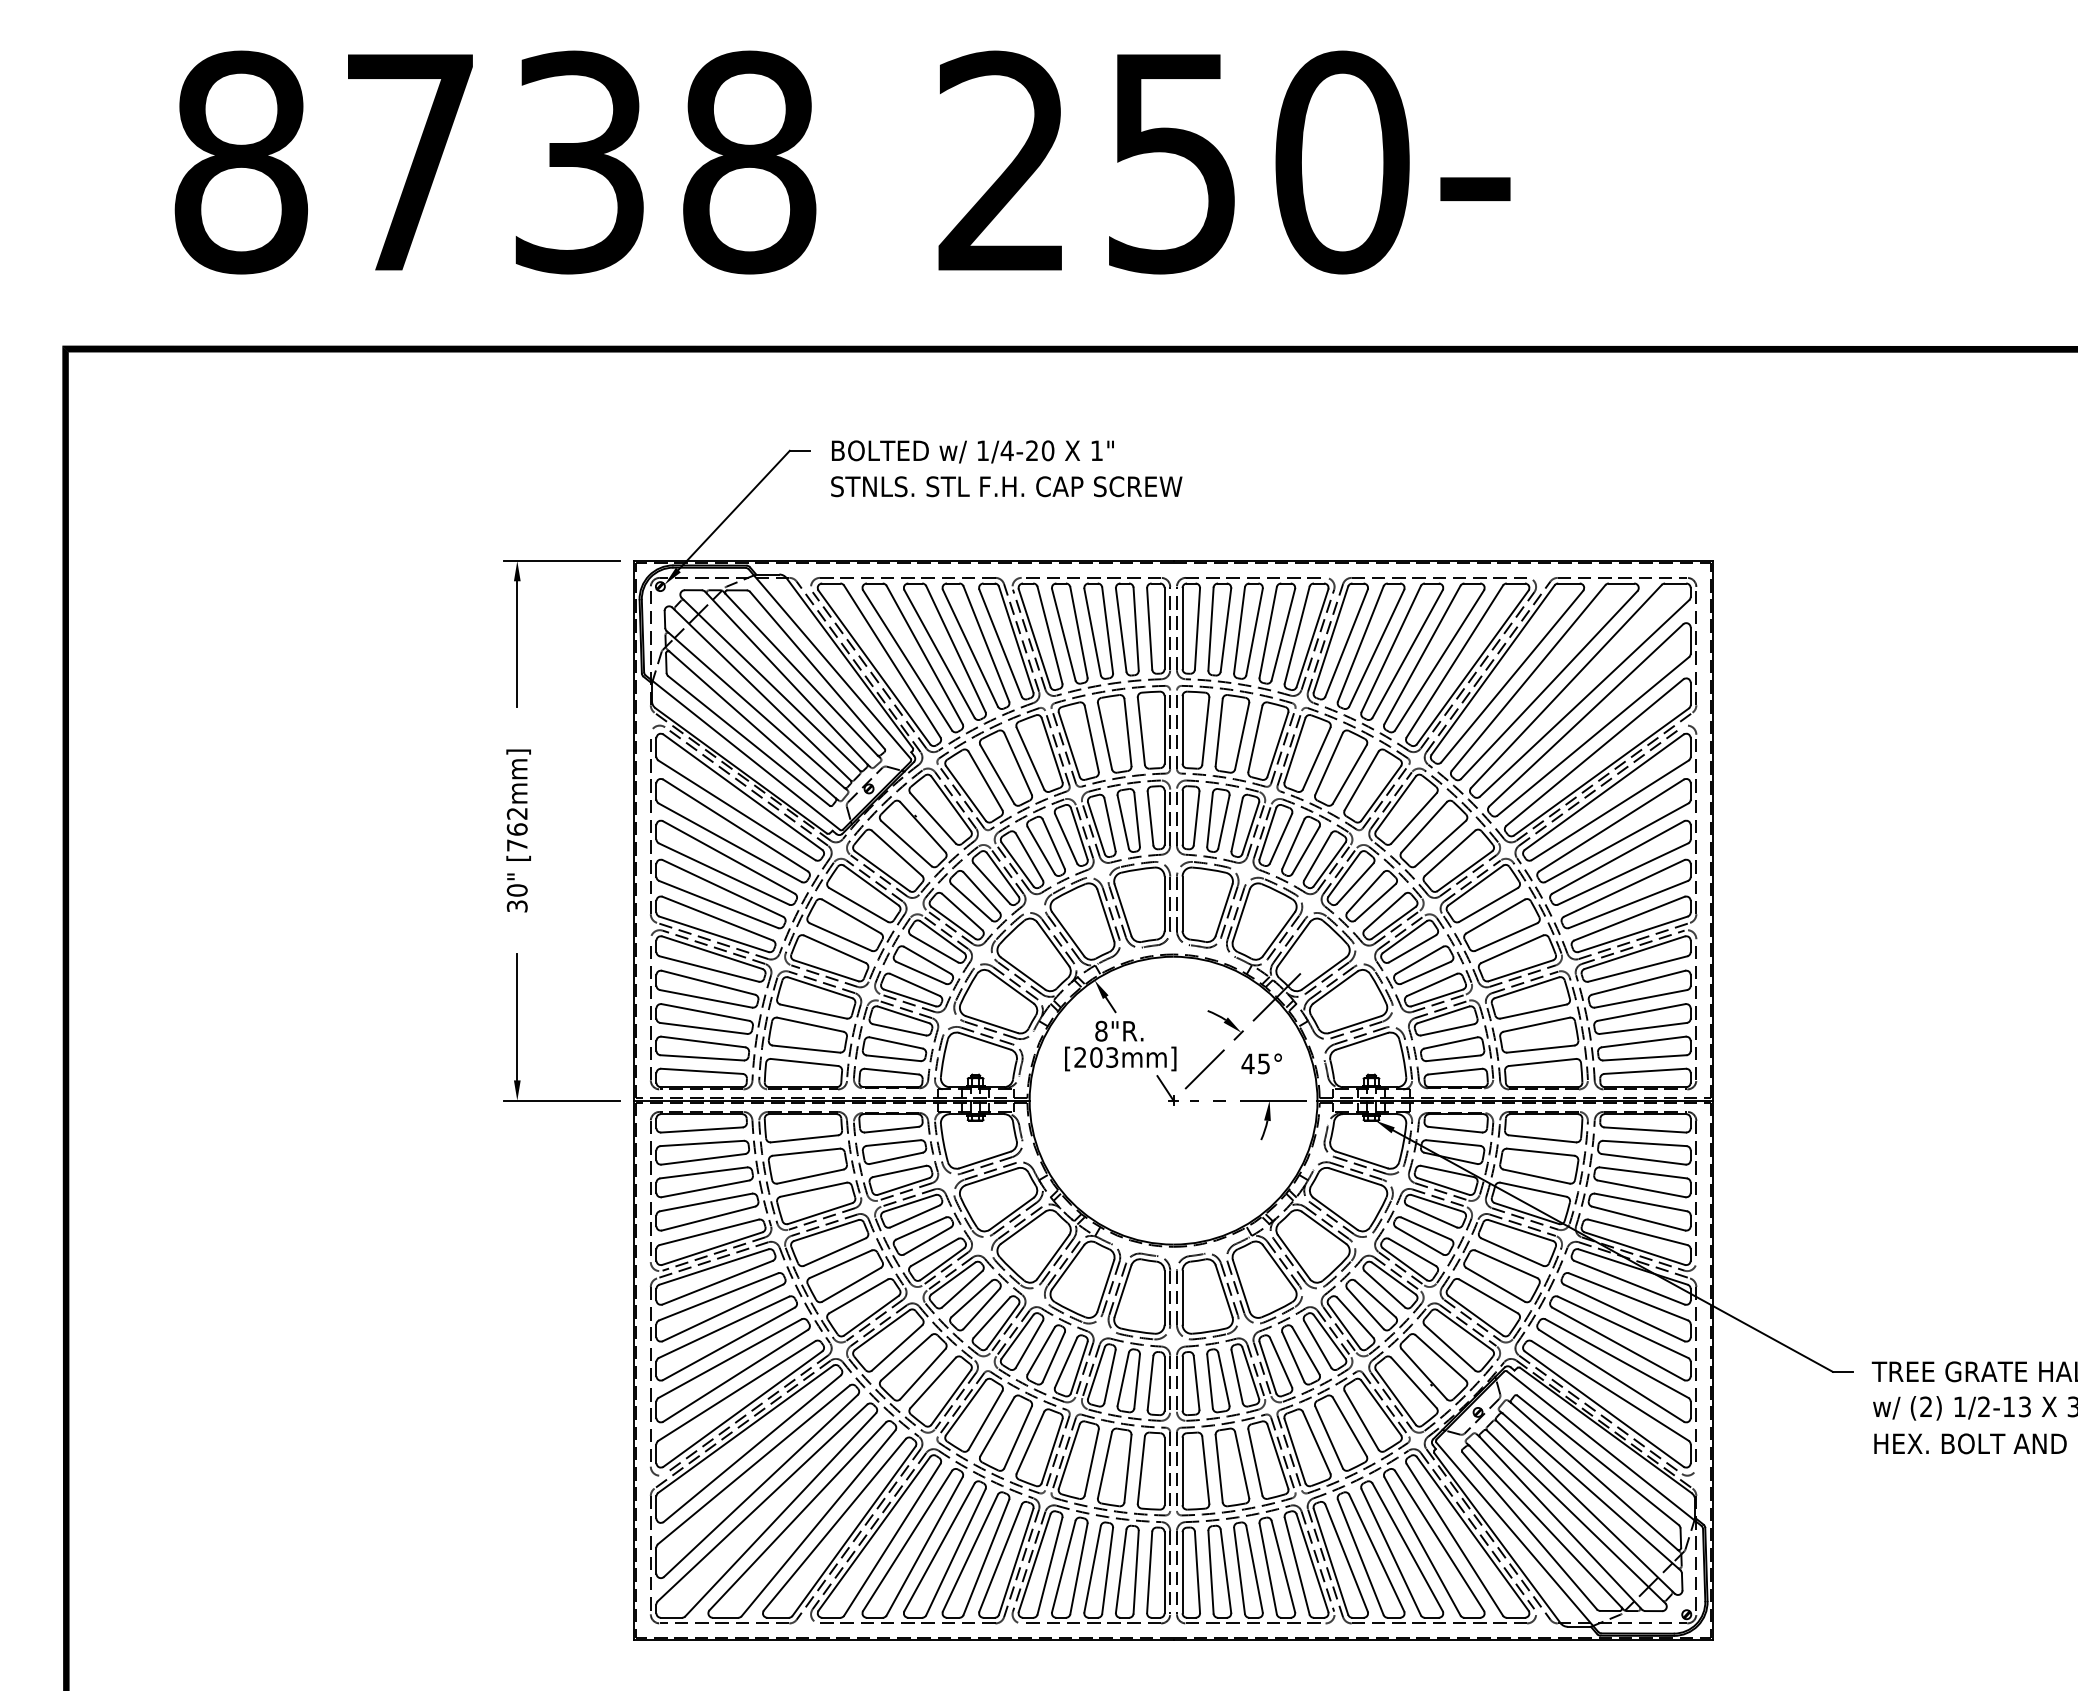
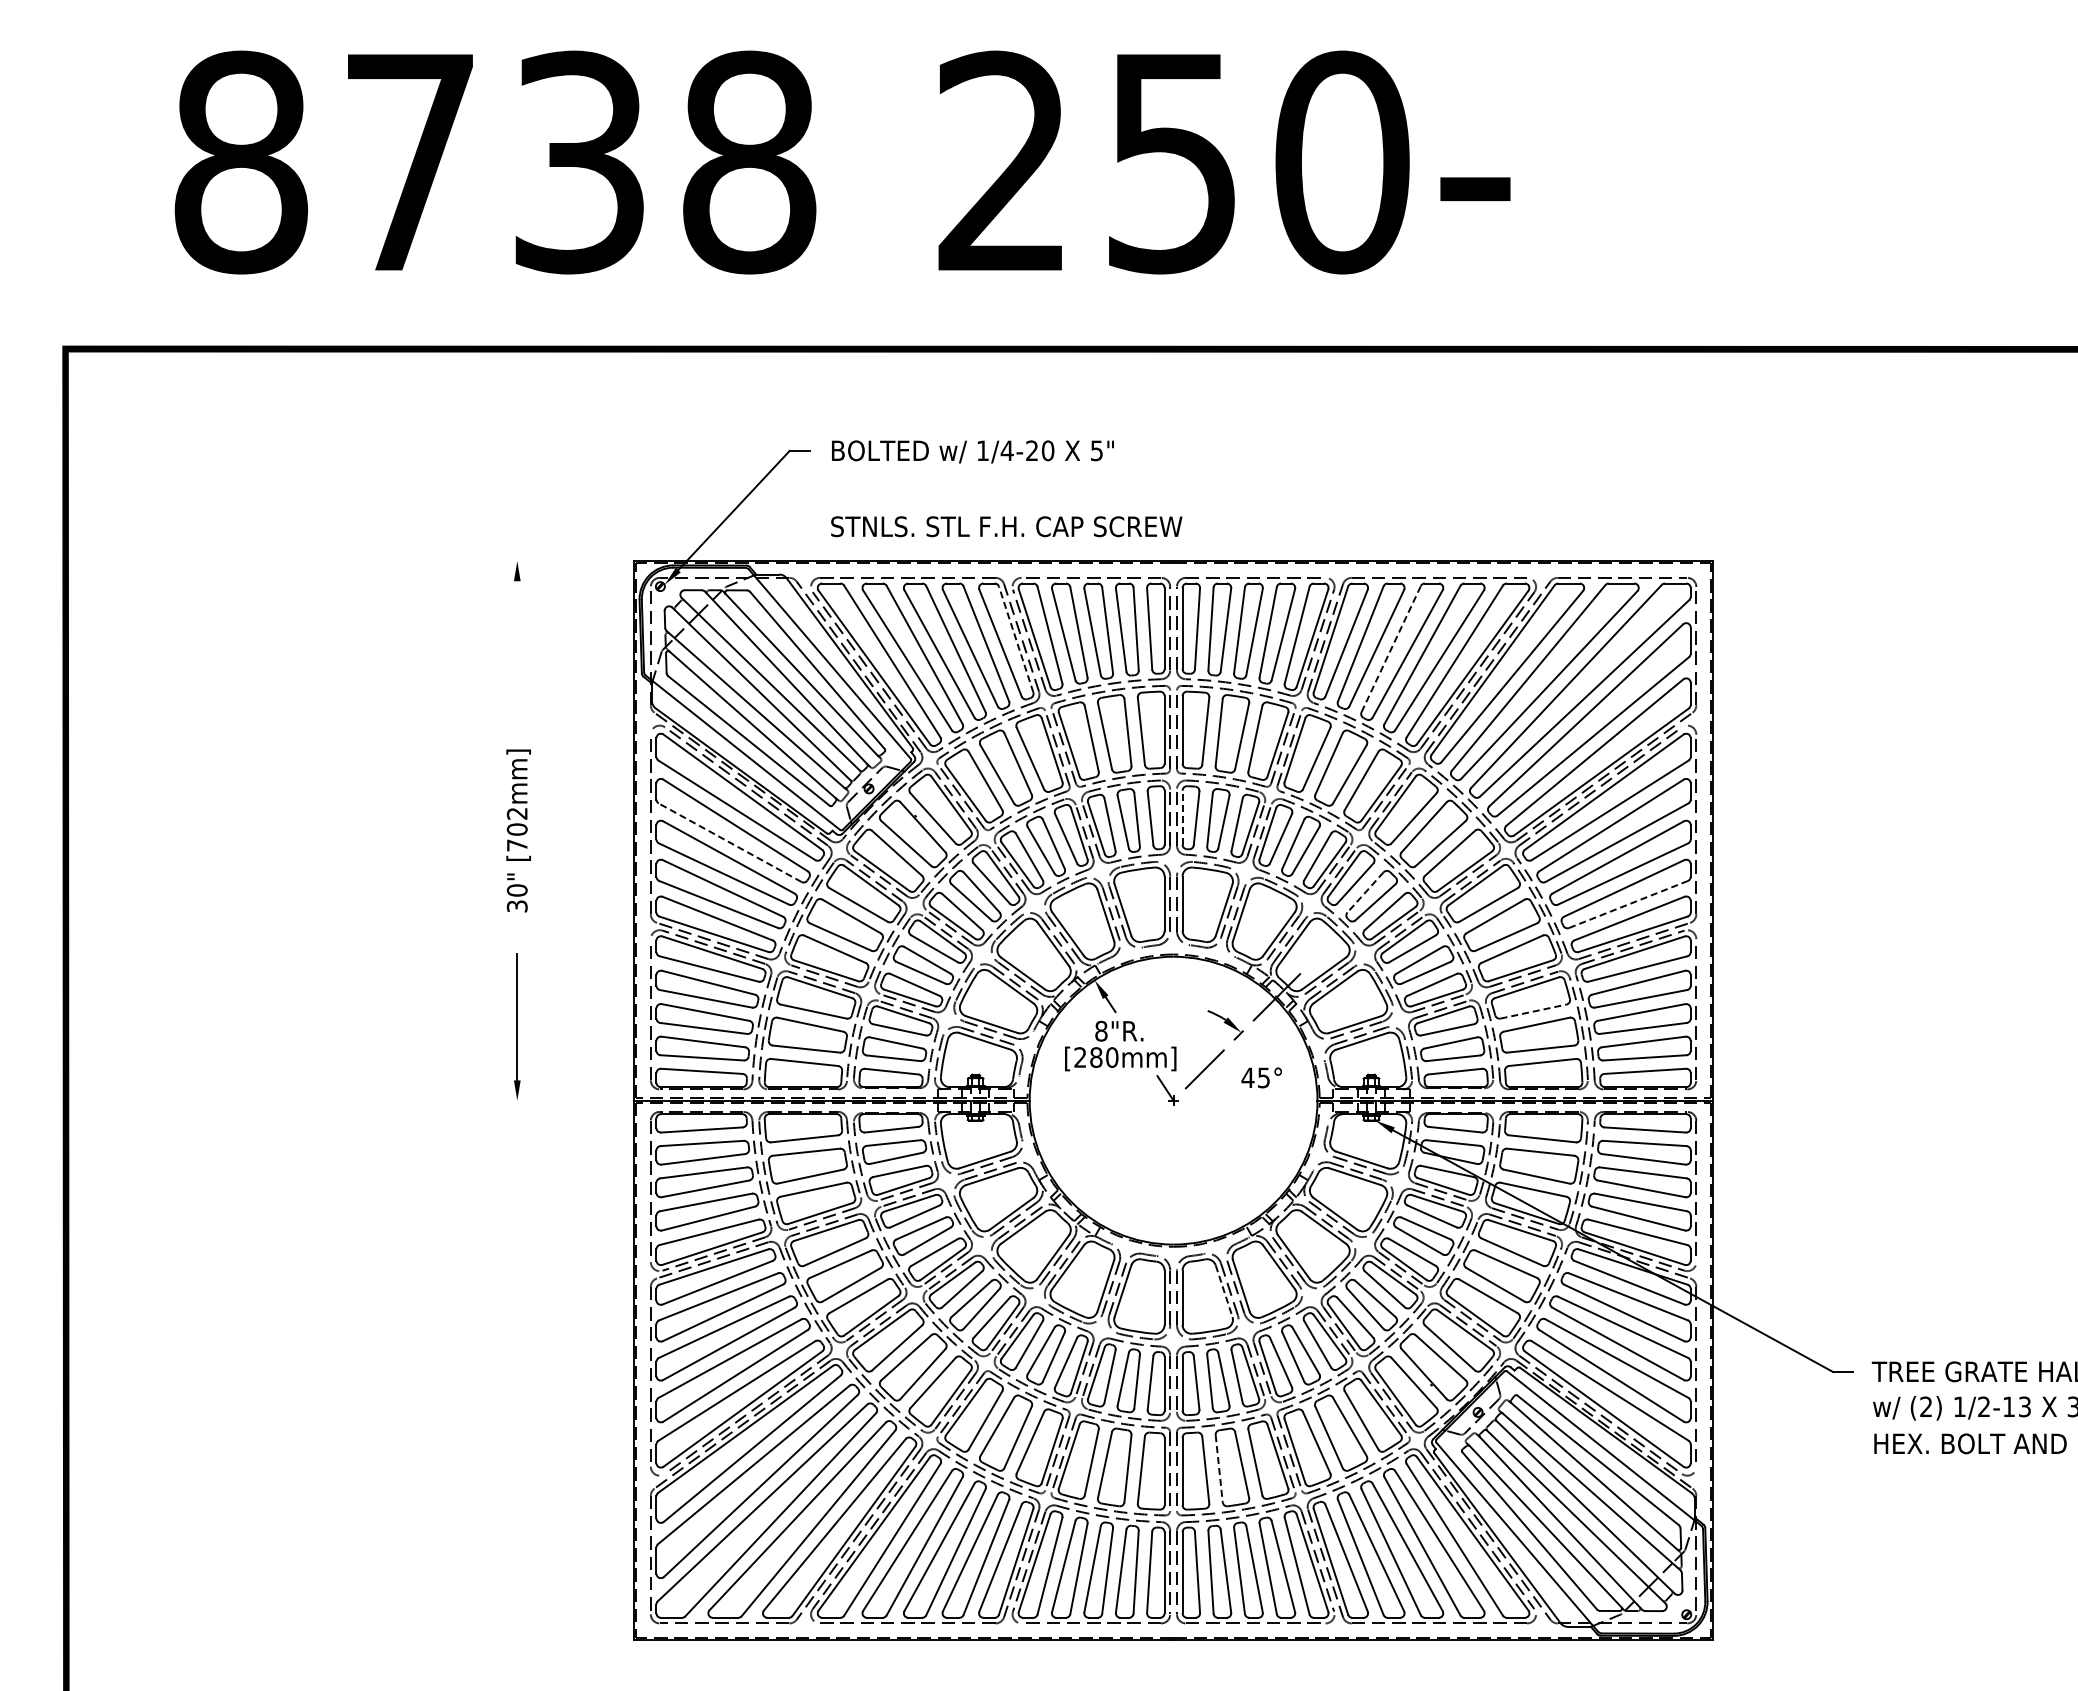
text at (1096, 450): 1" -> 5"
text at (1006, 486) position: (1006, 486) -> (1006, 526)
line at (561, 561): present -> none
line at (1016, 639): solid -> dashed
line at (517, 644): present -> none
line at (1391, 649): solid -> dashed
line at (1182, 817): solid -> dashed
text at (516, 829): [762mm] -> [702mm]
line at (729, 842): solid -> dashed
line at (1365, 892): solid -> dashed
line at (1628, 904): solid -> dashed
line at (1533, 1011): solid -> dashed
text at (1104, 1057): [203mm] -> [280mm]
text at (1261, 1063) position: (1261, 1063) -> (1261, 1077)
line at (561, 1100): present -> none
part at (1264, 1120): present -> none
line at (1224, 1291): solid -> dashed
line at (1219, 1468): solid -> dashed
